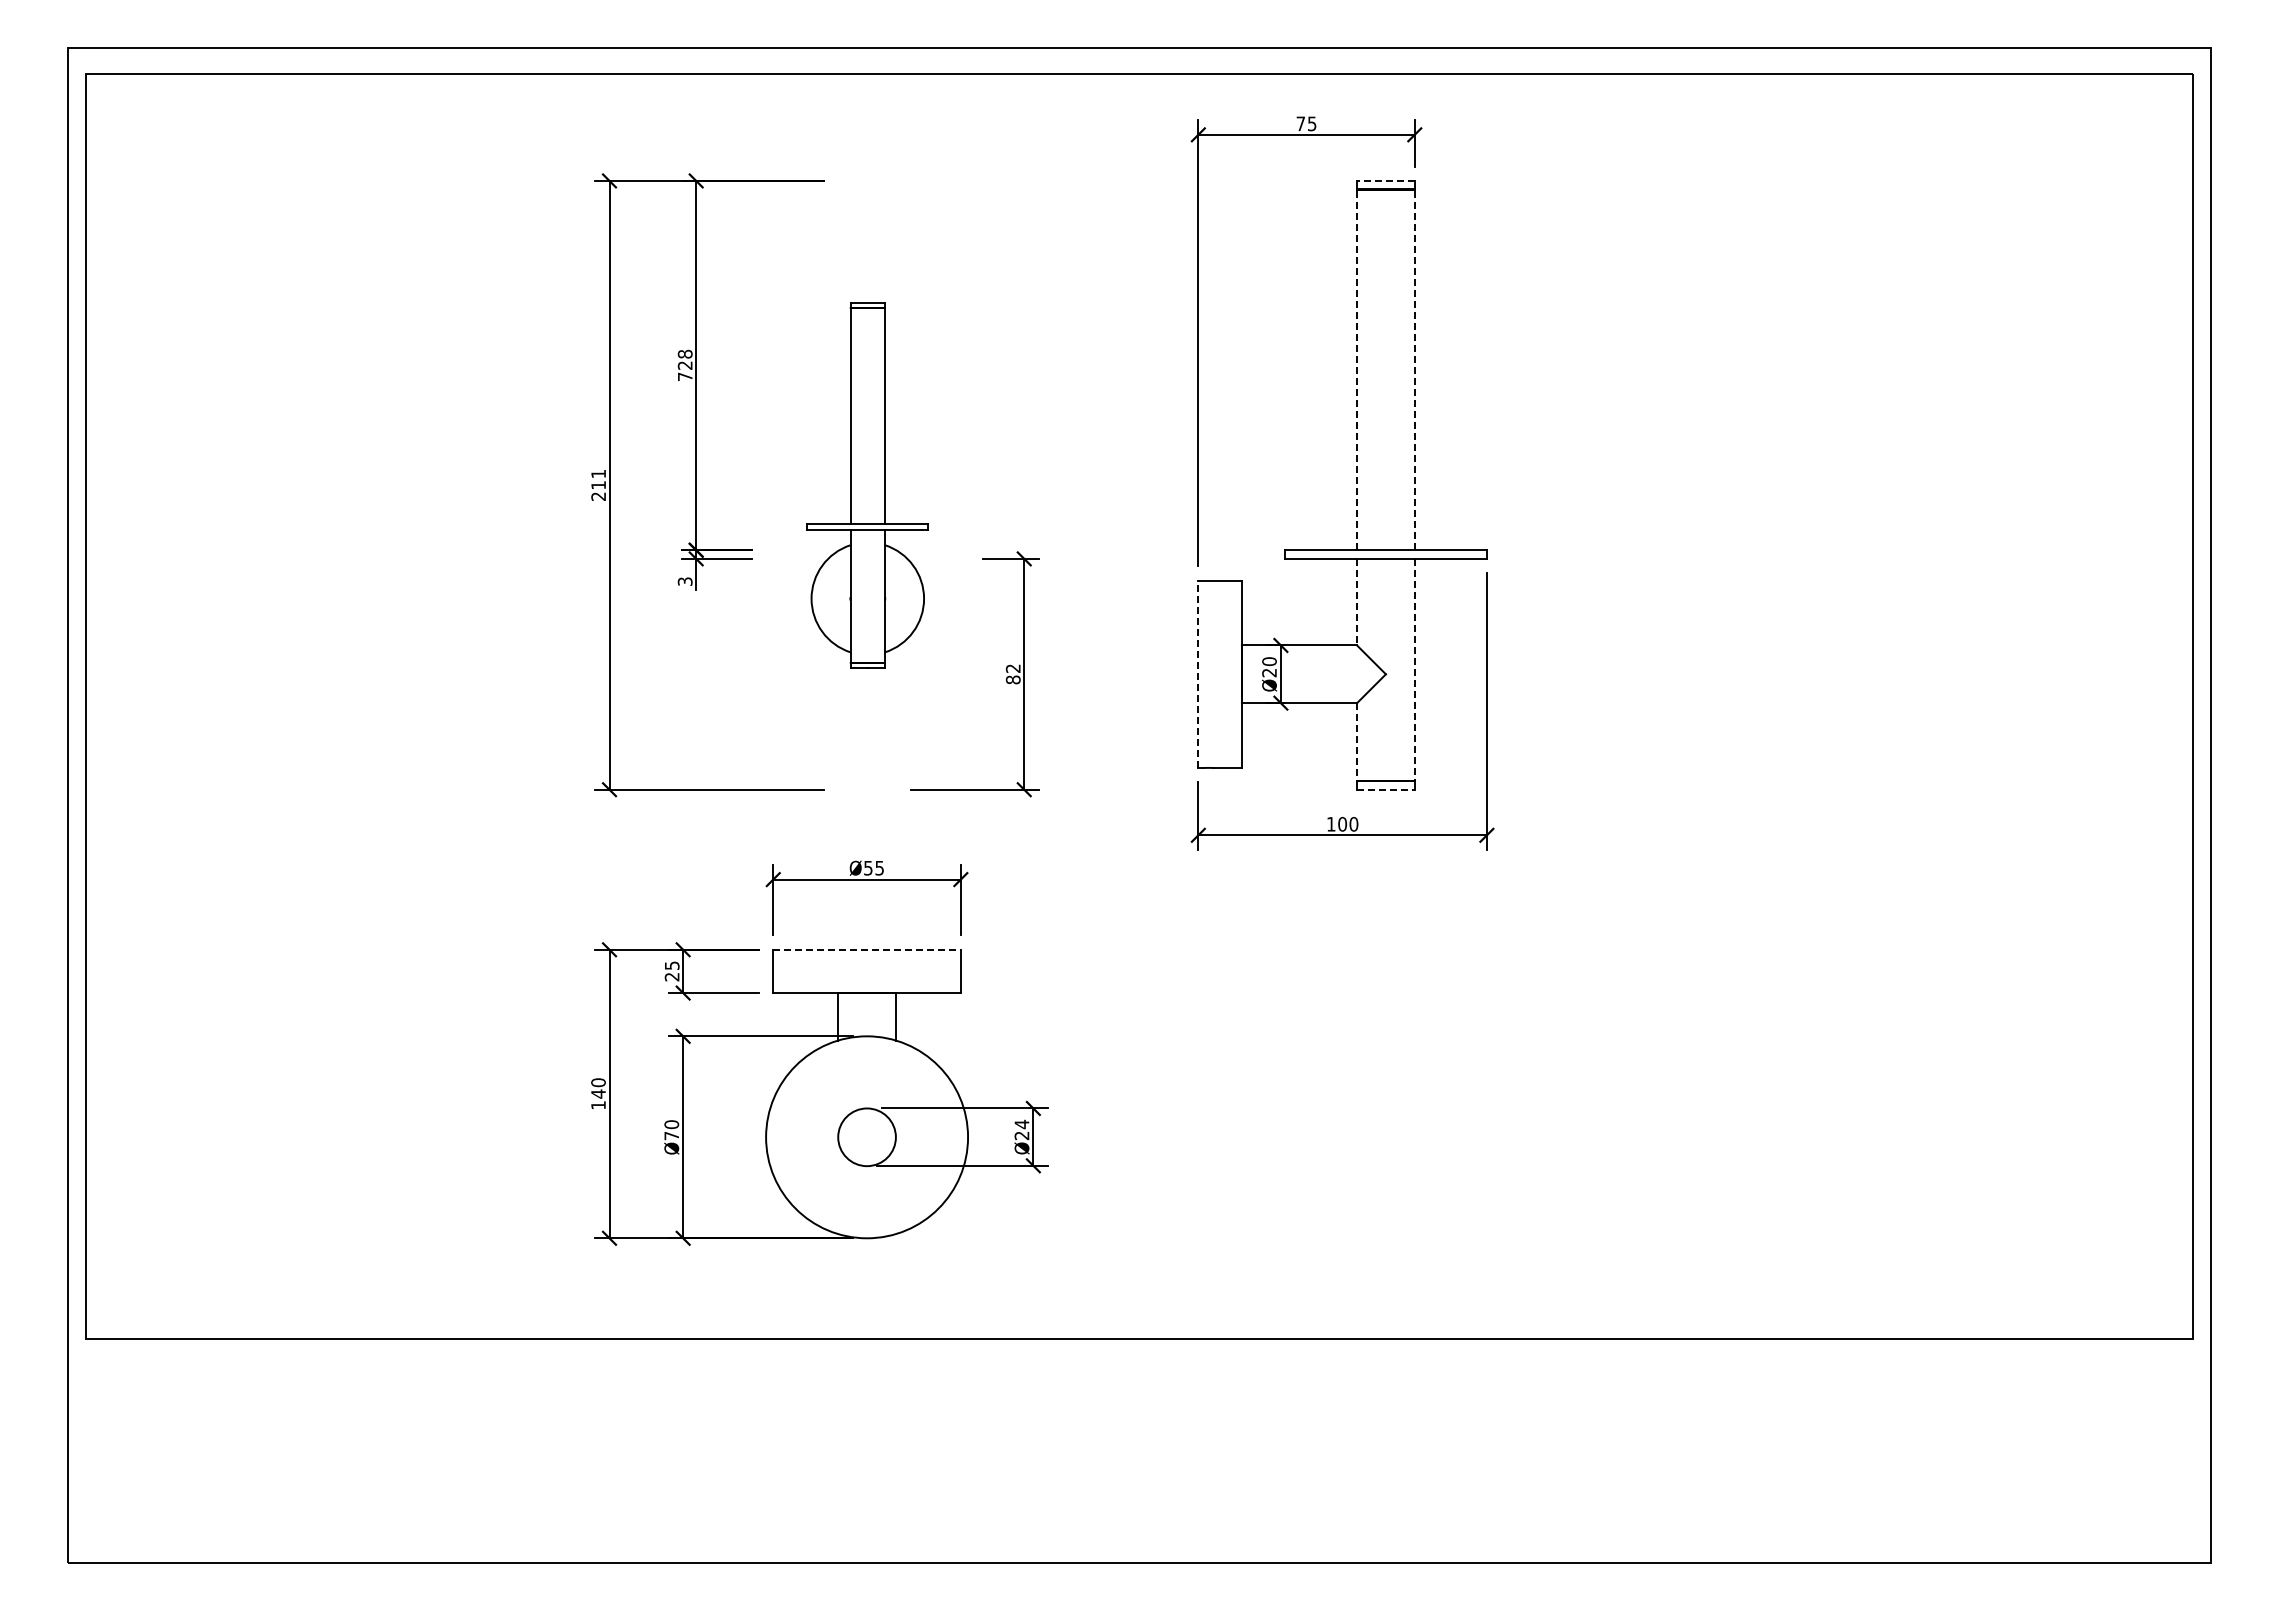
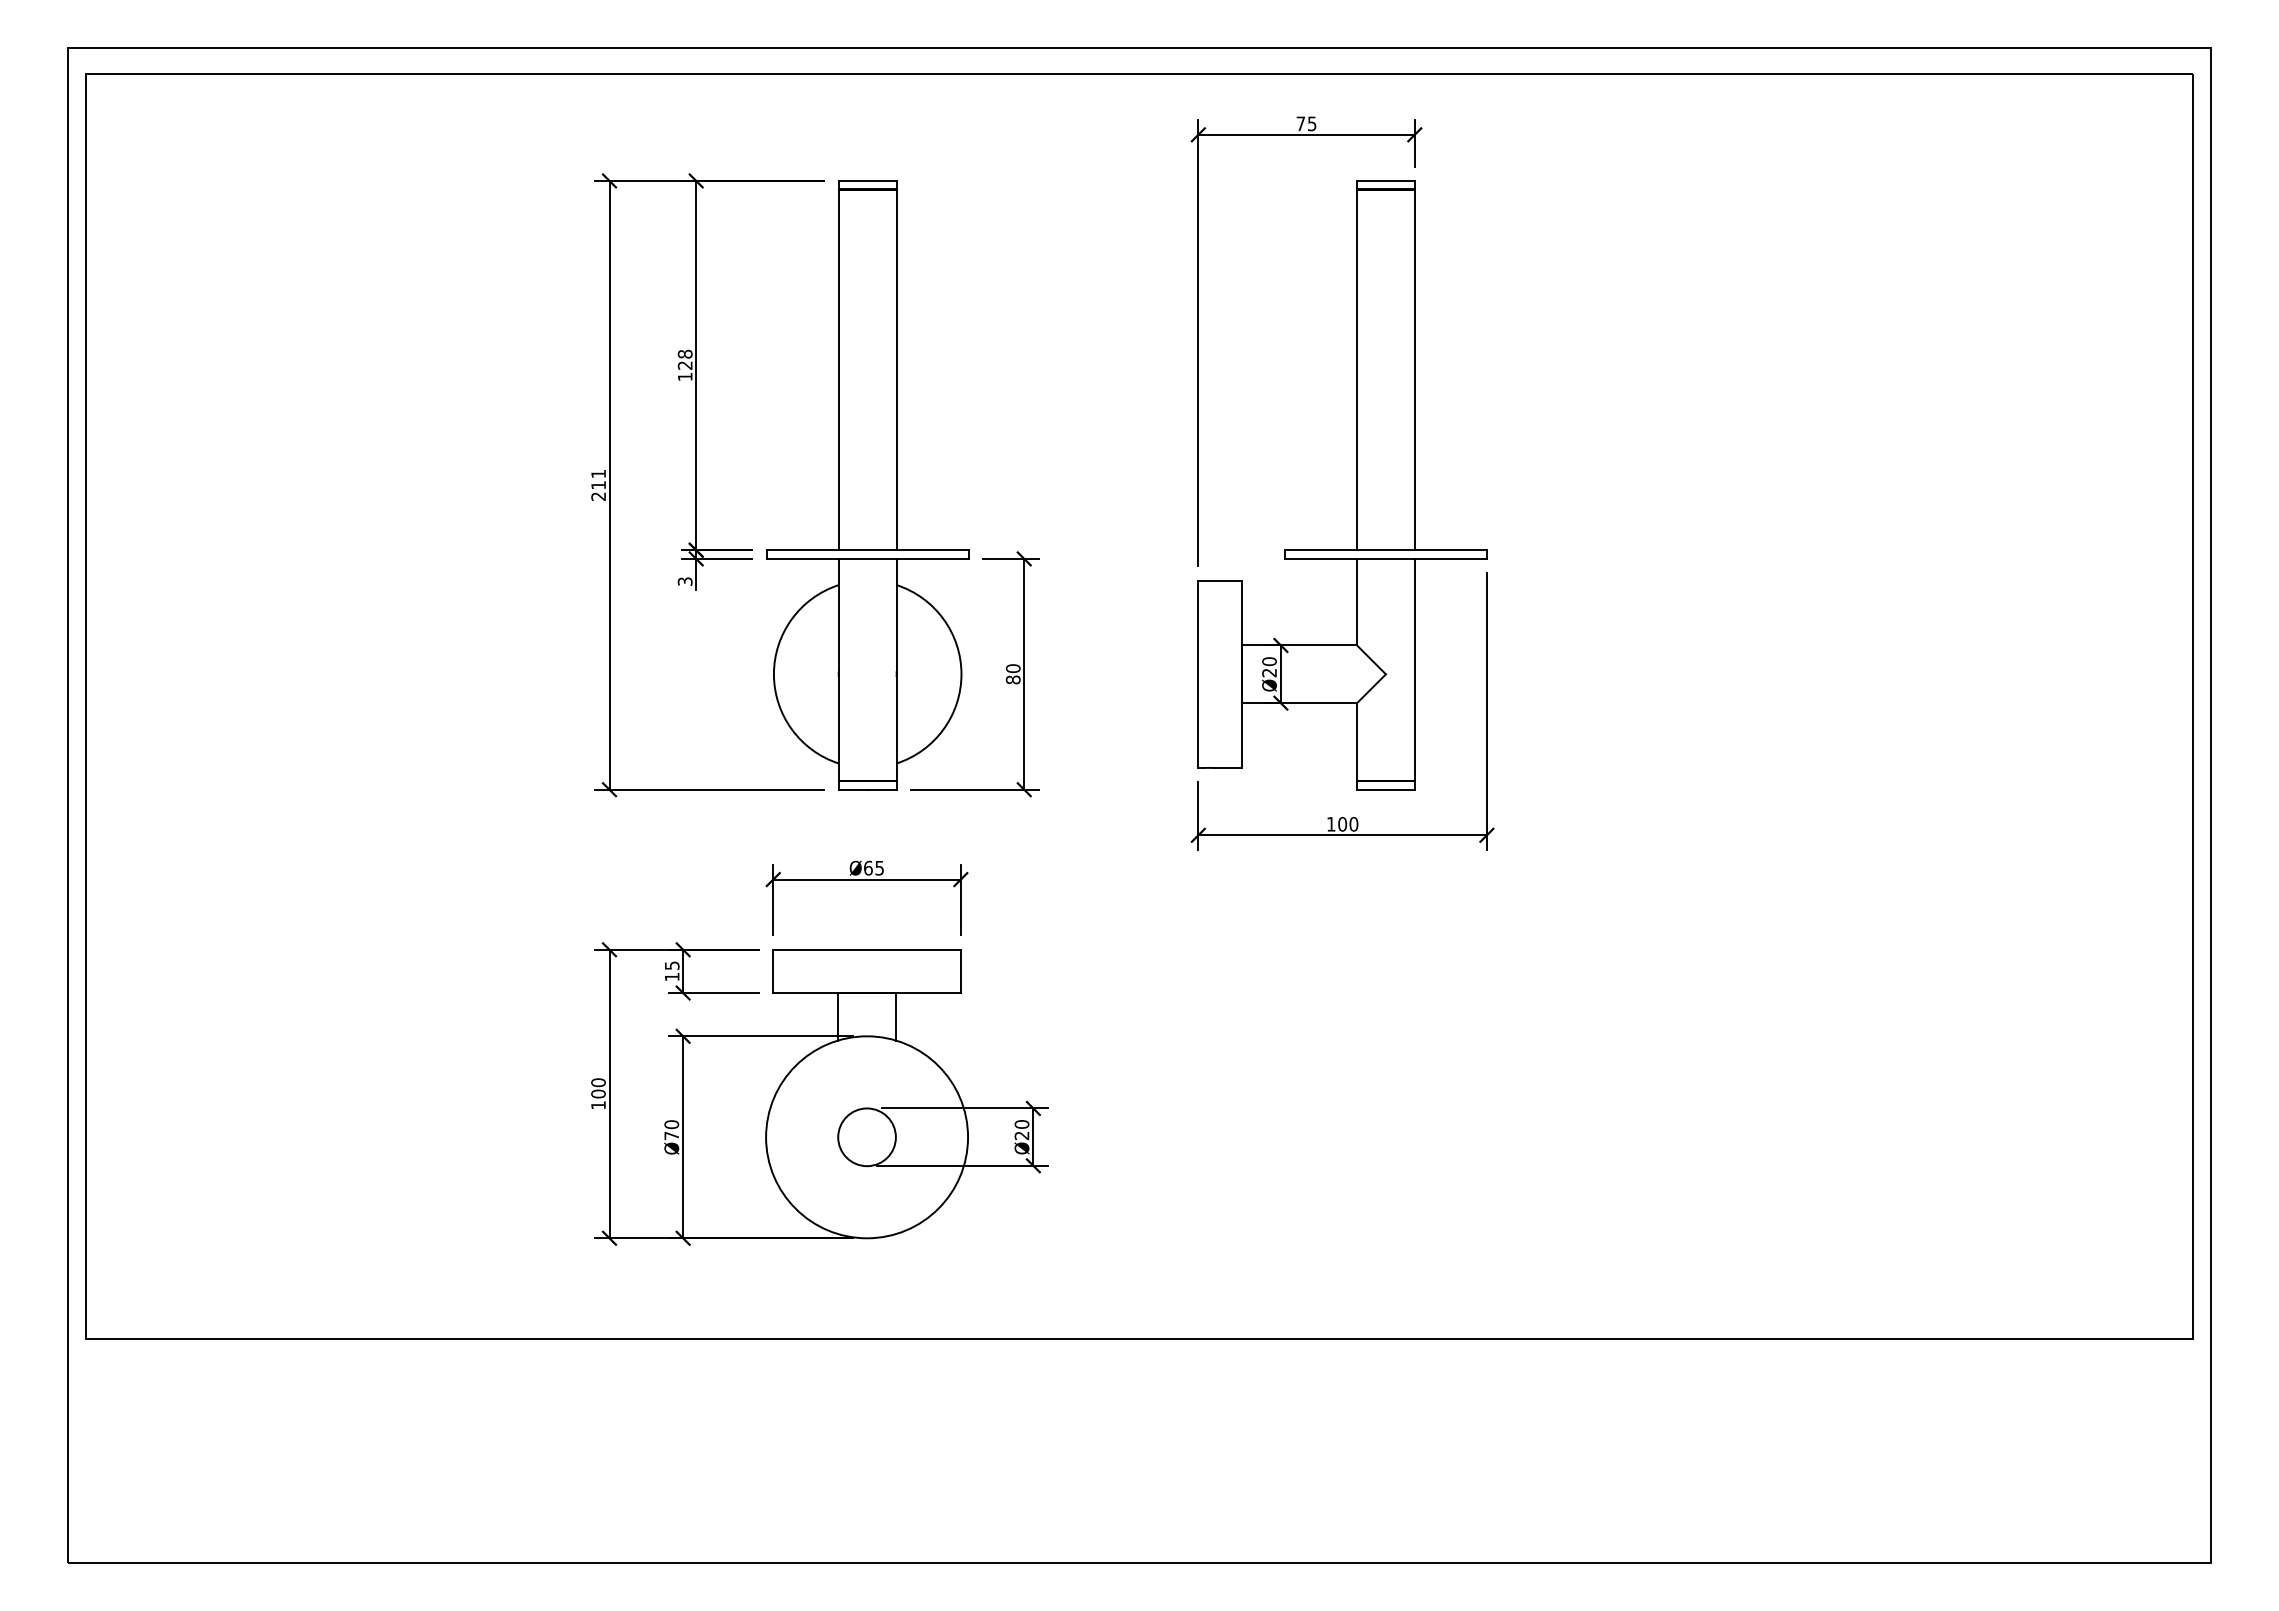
line at (1385, 180): dashed -> solid
line at (1357, 369): dashed -> solid
line at (1414, 369): dashed -> solid
text at (685, 376): 728 -> 128
part at (867, 485) size: 123x367 px -> 204x611 px
line at (1357, 602): dashed -> solid
text at (1013, 668): 82 -> 80
line at (1414, 669): dashed -> solid
line at (1198, 674): dashed -> solid
line at (1357, 741): dashed -> solid
line at (1385, 789): dashed -> solid
text at (868, 867): Ø55 -> Ø65
line at (867, 949): dashed -> solid
text at (671, 977): 25 -> 15
text at (598, 1093): 140 -> 100
text at (1021, 1124): Ø24 -> Ø20
